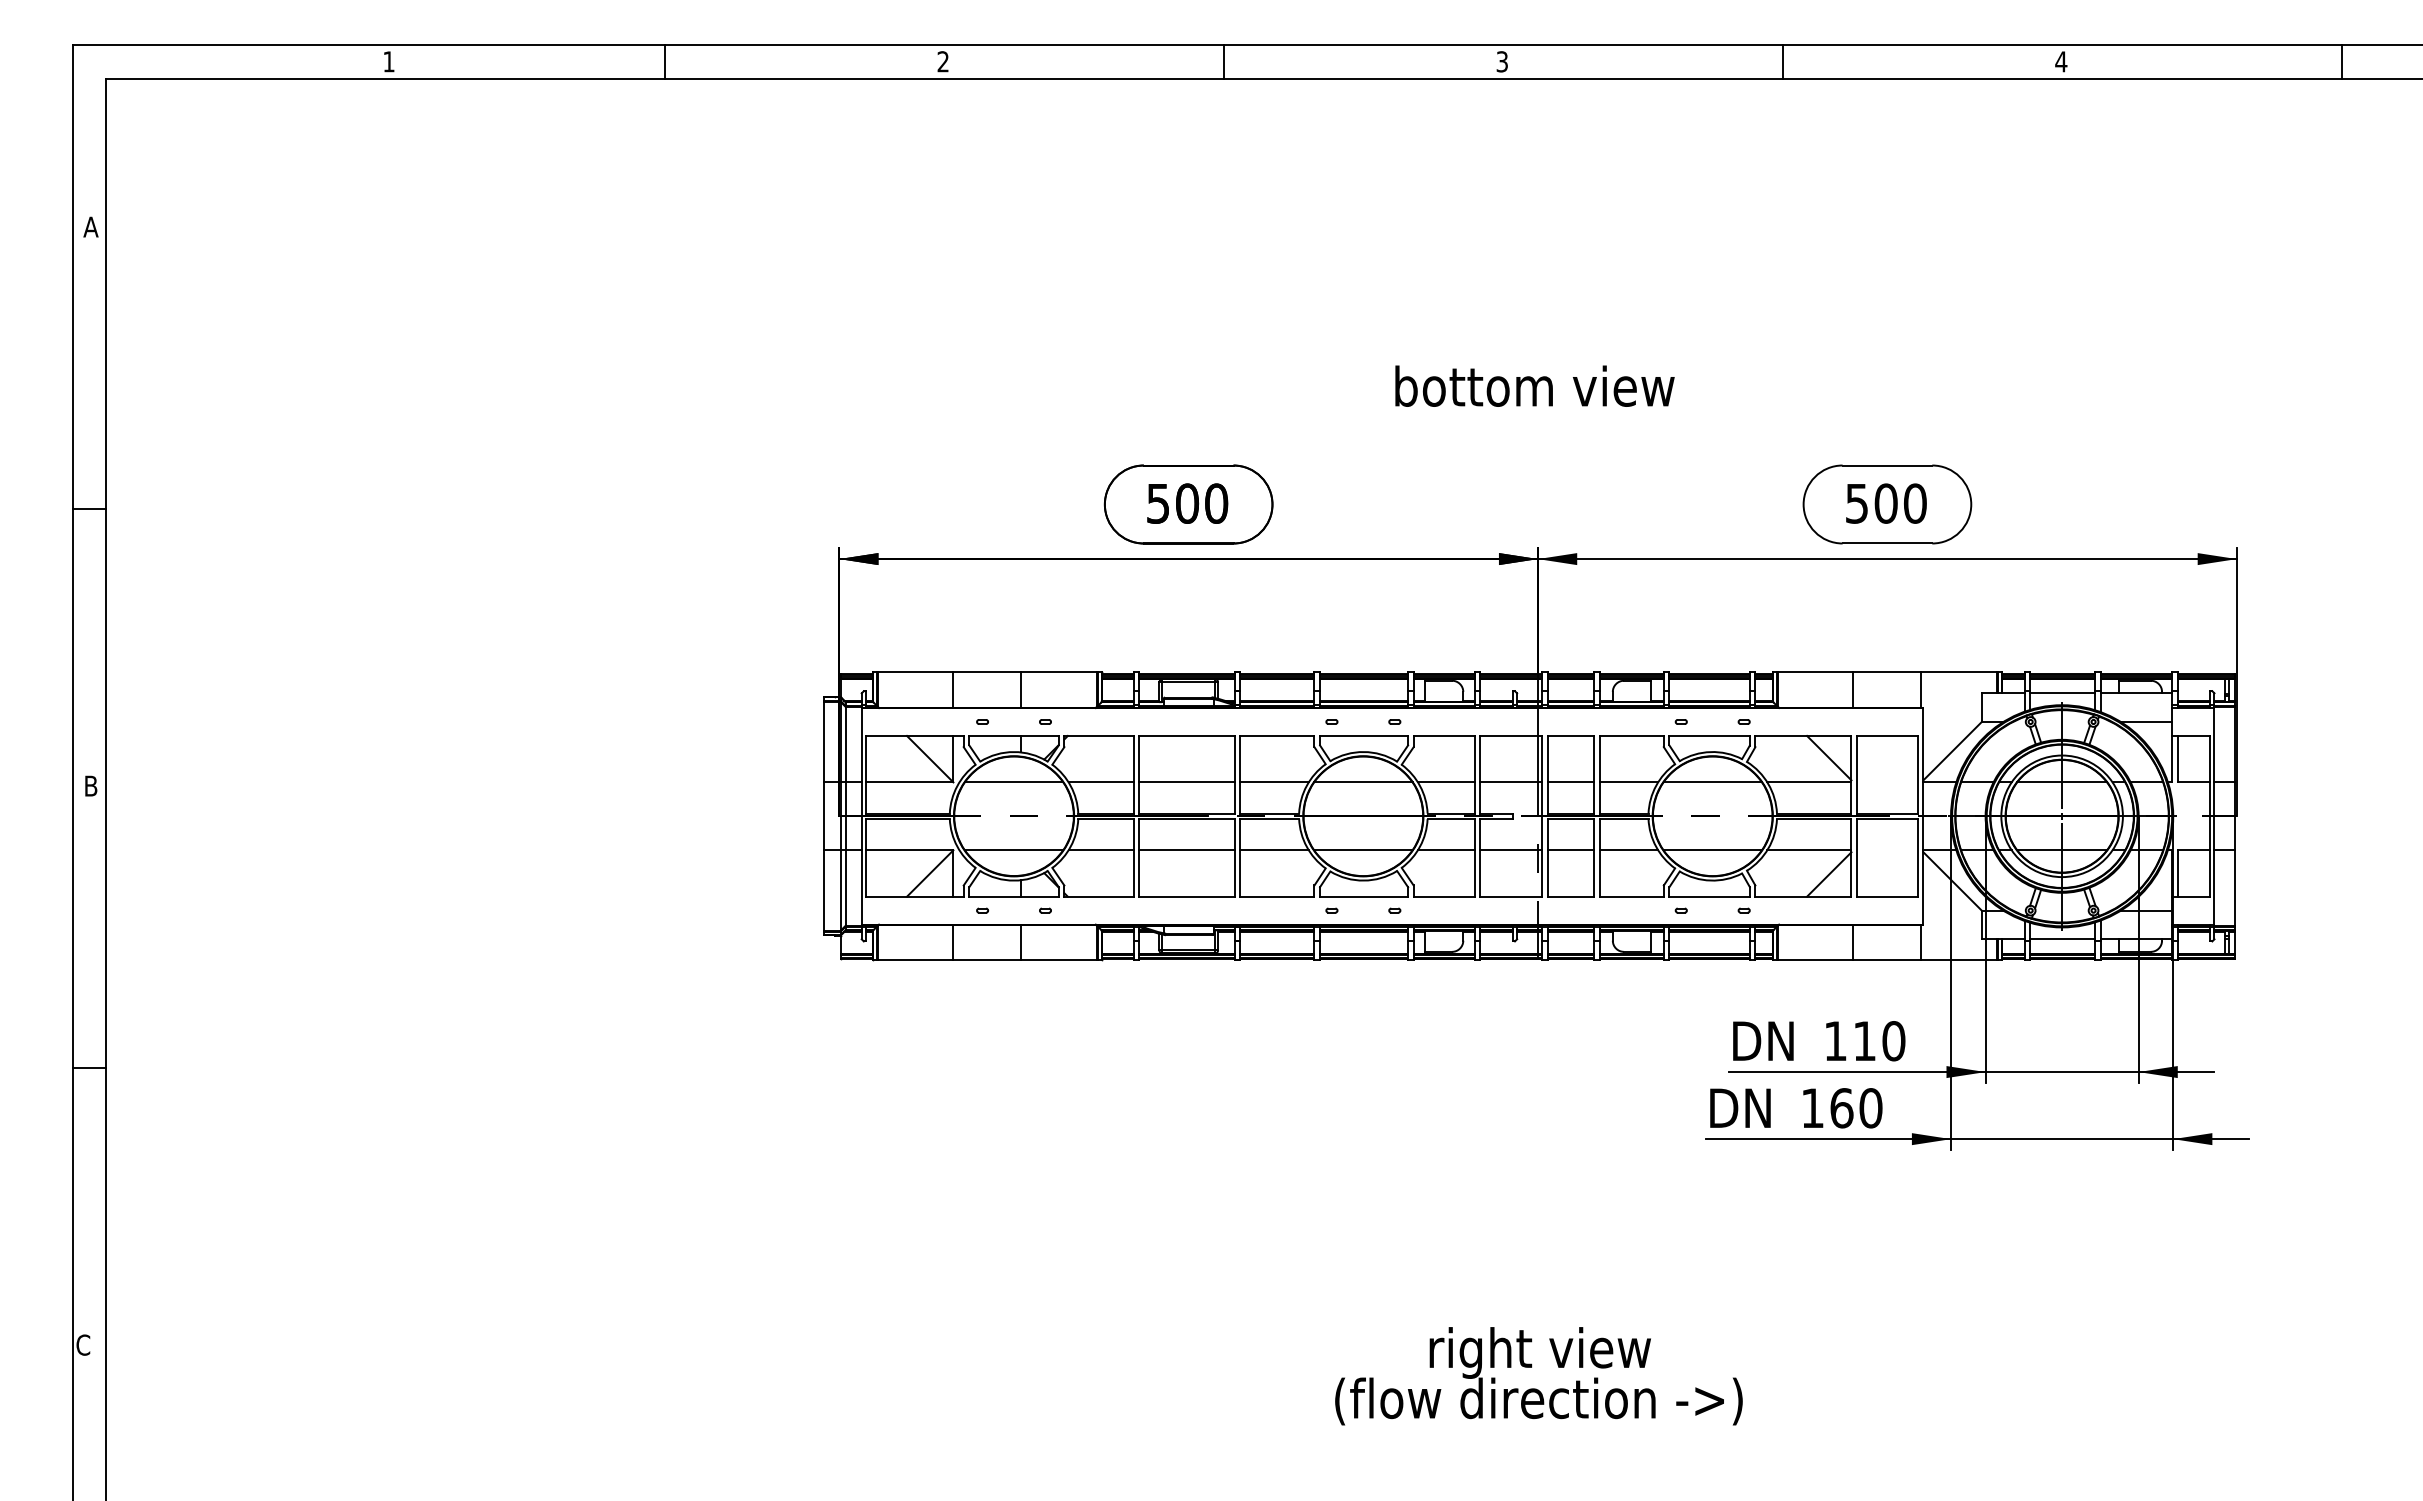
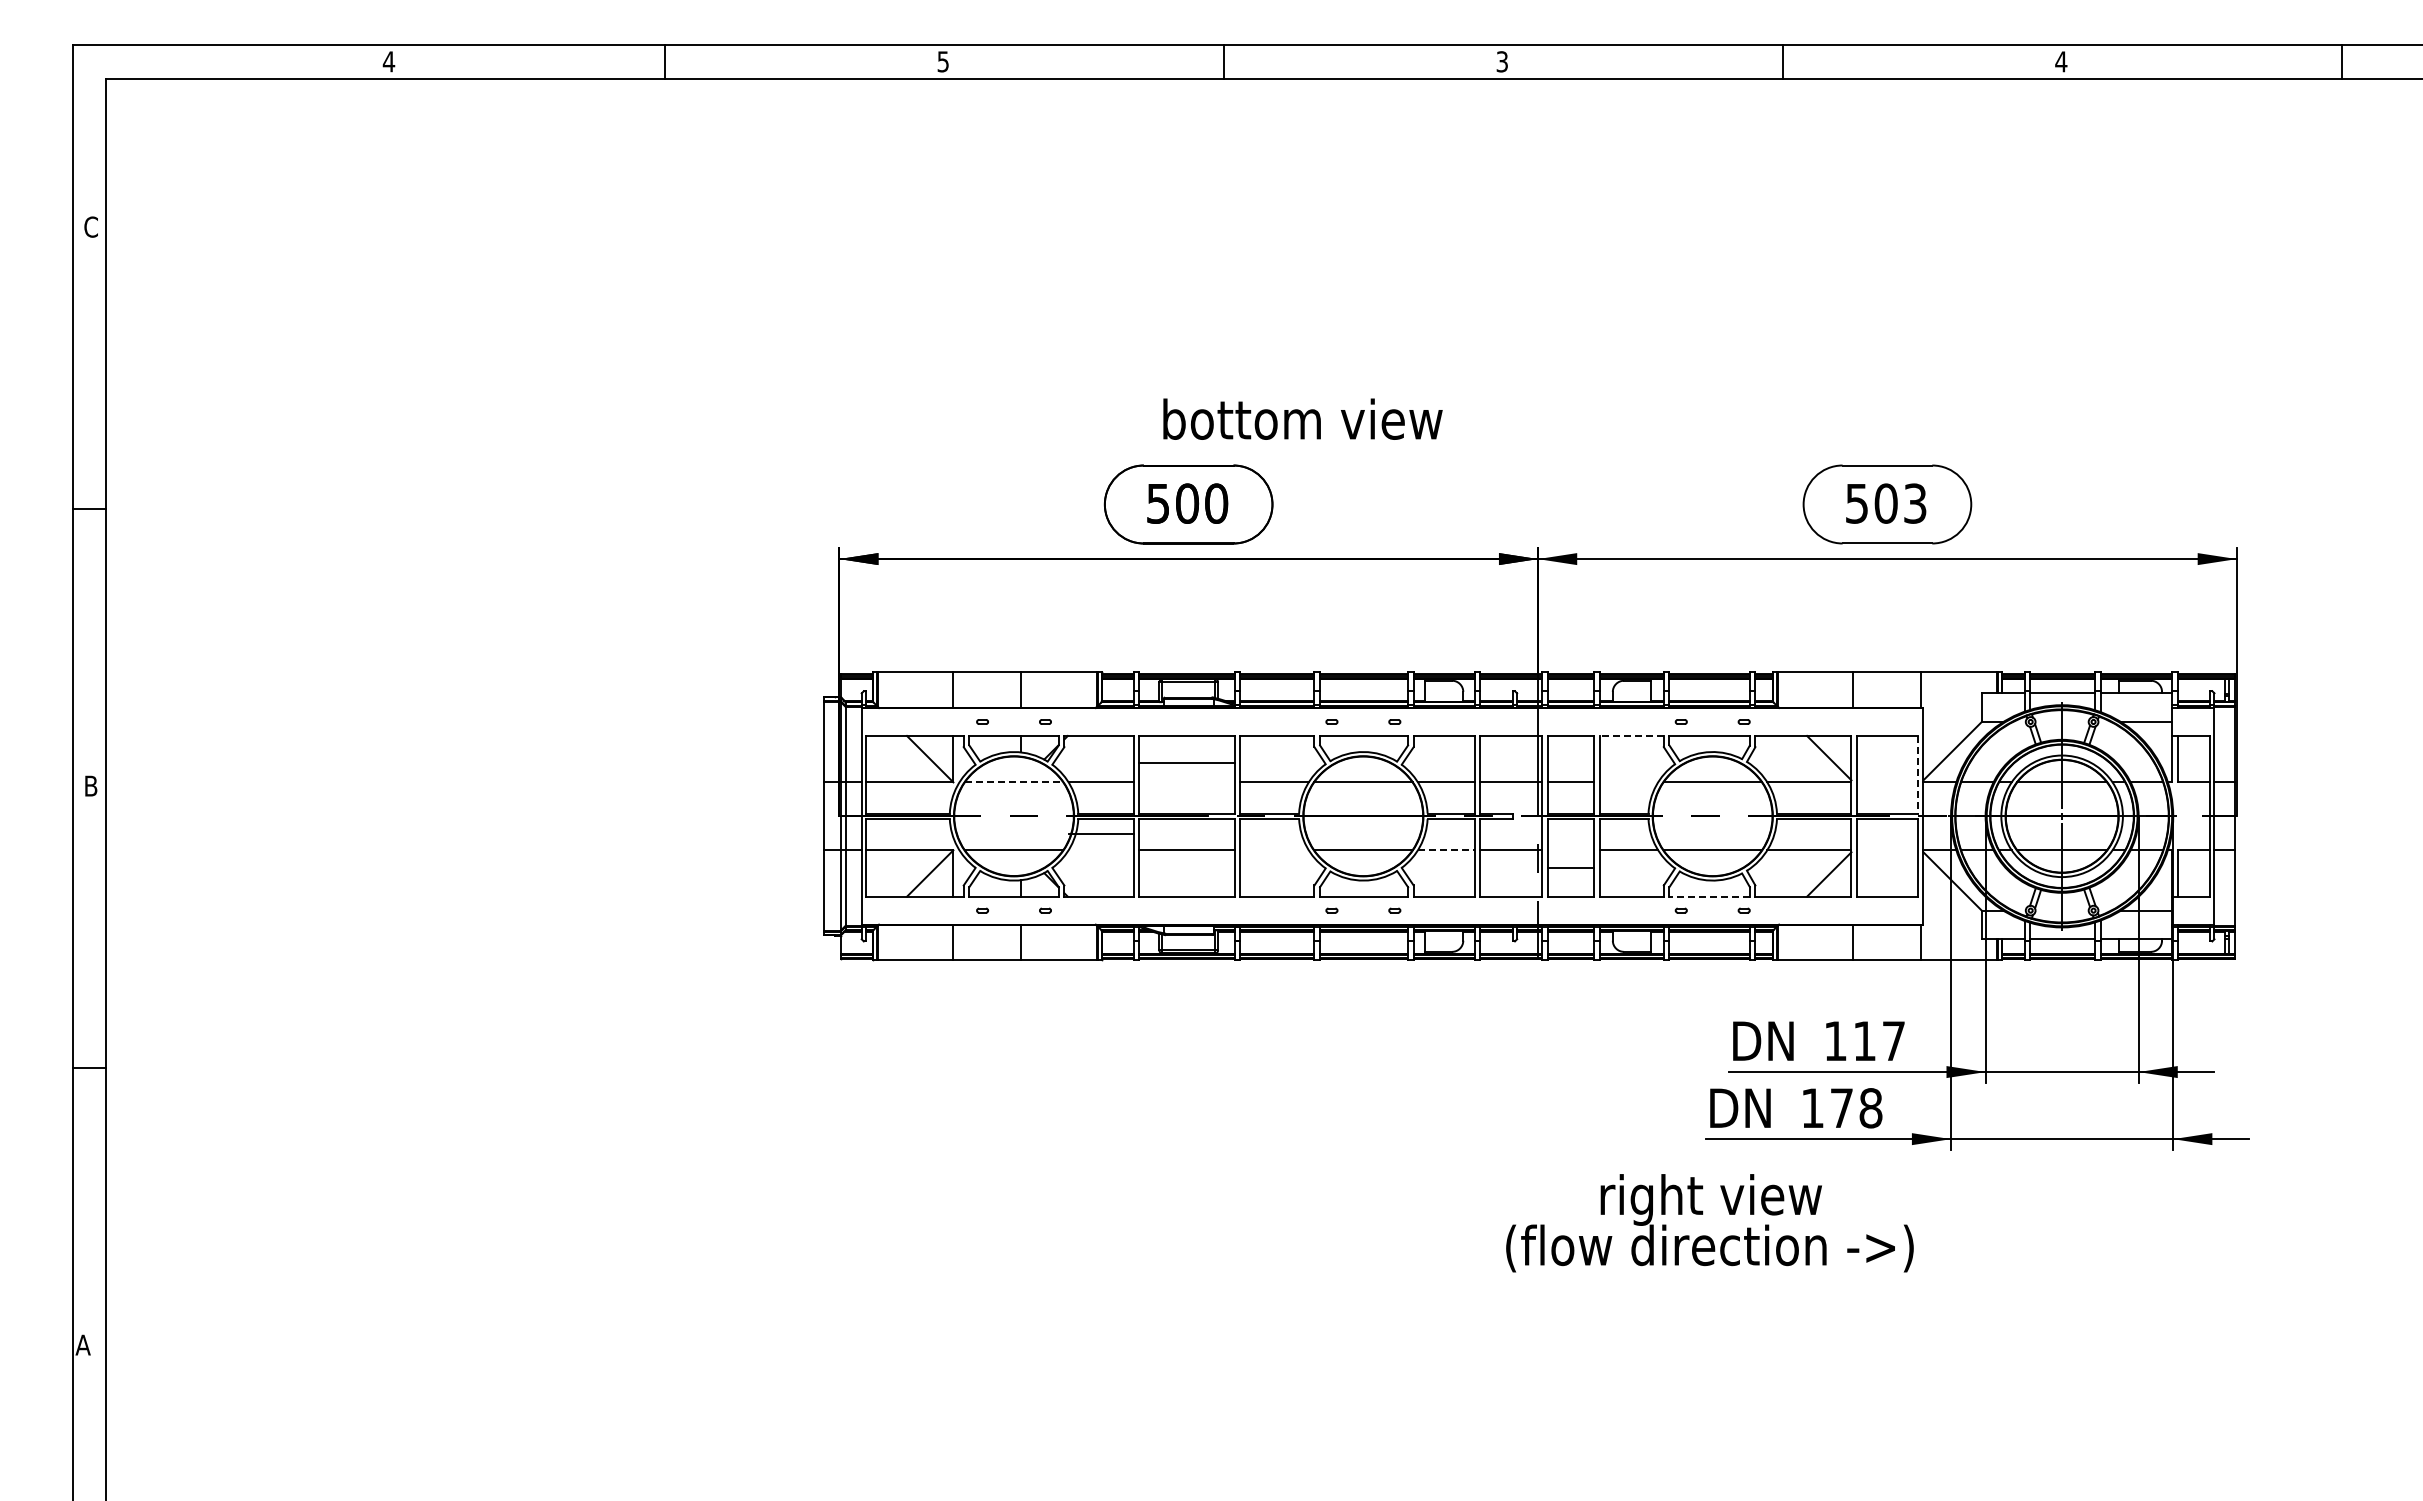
text at (388, 61): 1 -> 4
text at (942, 61): 2 -> 5
text at (90, 226): A -> C
text at (1534, 385) position: (1534, 385) -> (1302, 418)
text at (1915, 503): 500 -> 503
line at (1631, 735): solid -> dashed
line at (1917, 774): solid -> dashed
line at (1014, 782): solid -> dashed
line at (1186, 782) position: (1186, 782) -> (1186, 763)
line at (1628, 782): present -> none
line at (1100, 850) position: (1100, 850) -> (1100, 834)
line at (1274, 850): present -> none
line at (1446, 850): solid -> dashed
line at (1570, 850) position: (1570, 850) -> (1570, 868)
line at (1709, 896): solid -> dashed
text at (1893, 1041): 110 -> 117
text at (1856, 1108): 160 -> 178
text at (82, 1344): C -> A
text at (1538, 1376) position: (1538, 1376) -> (1709, 1223)
